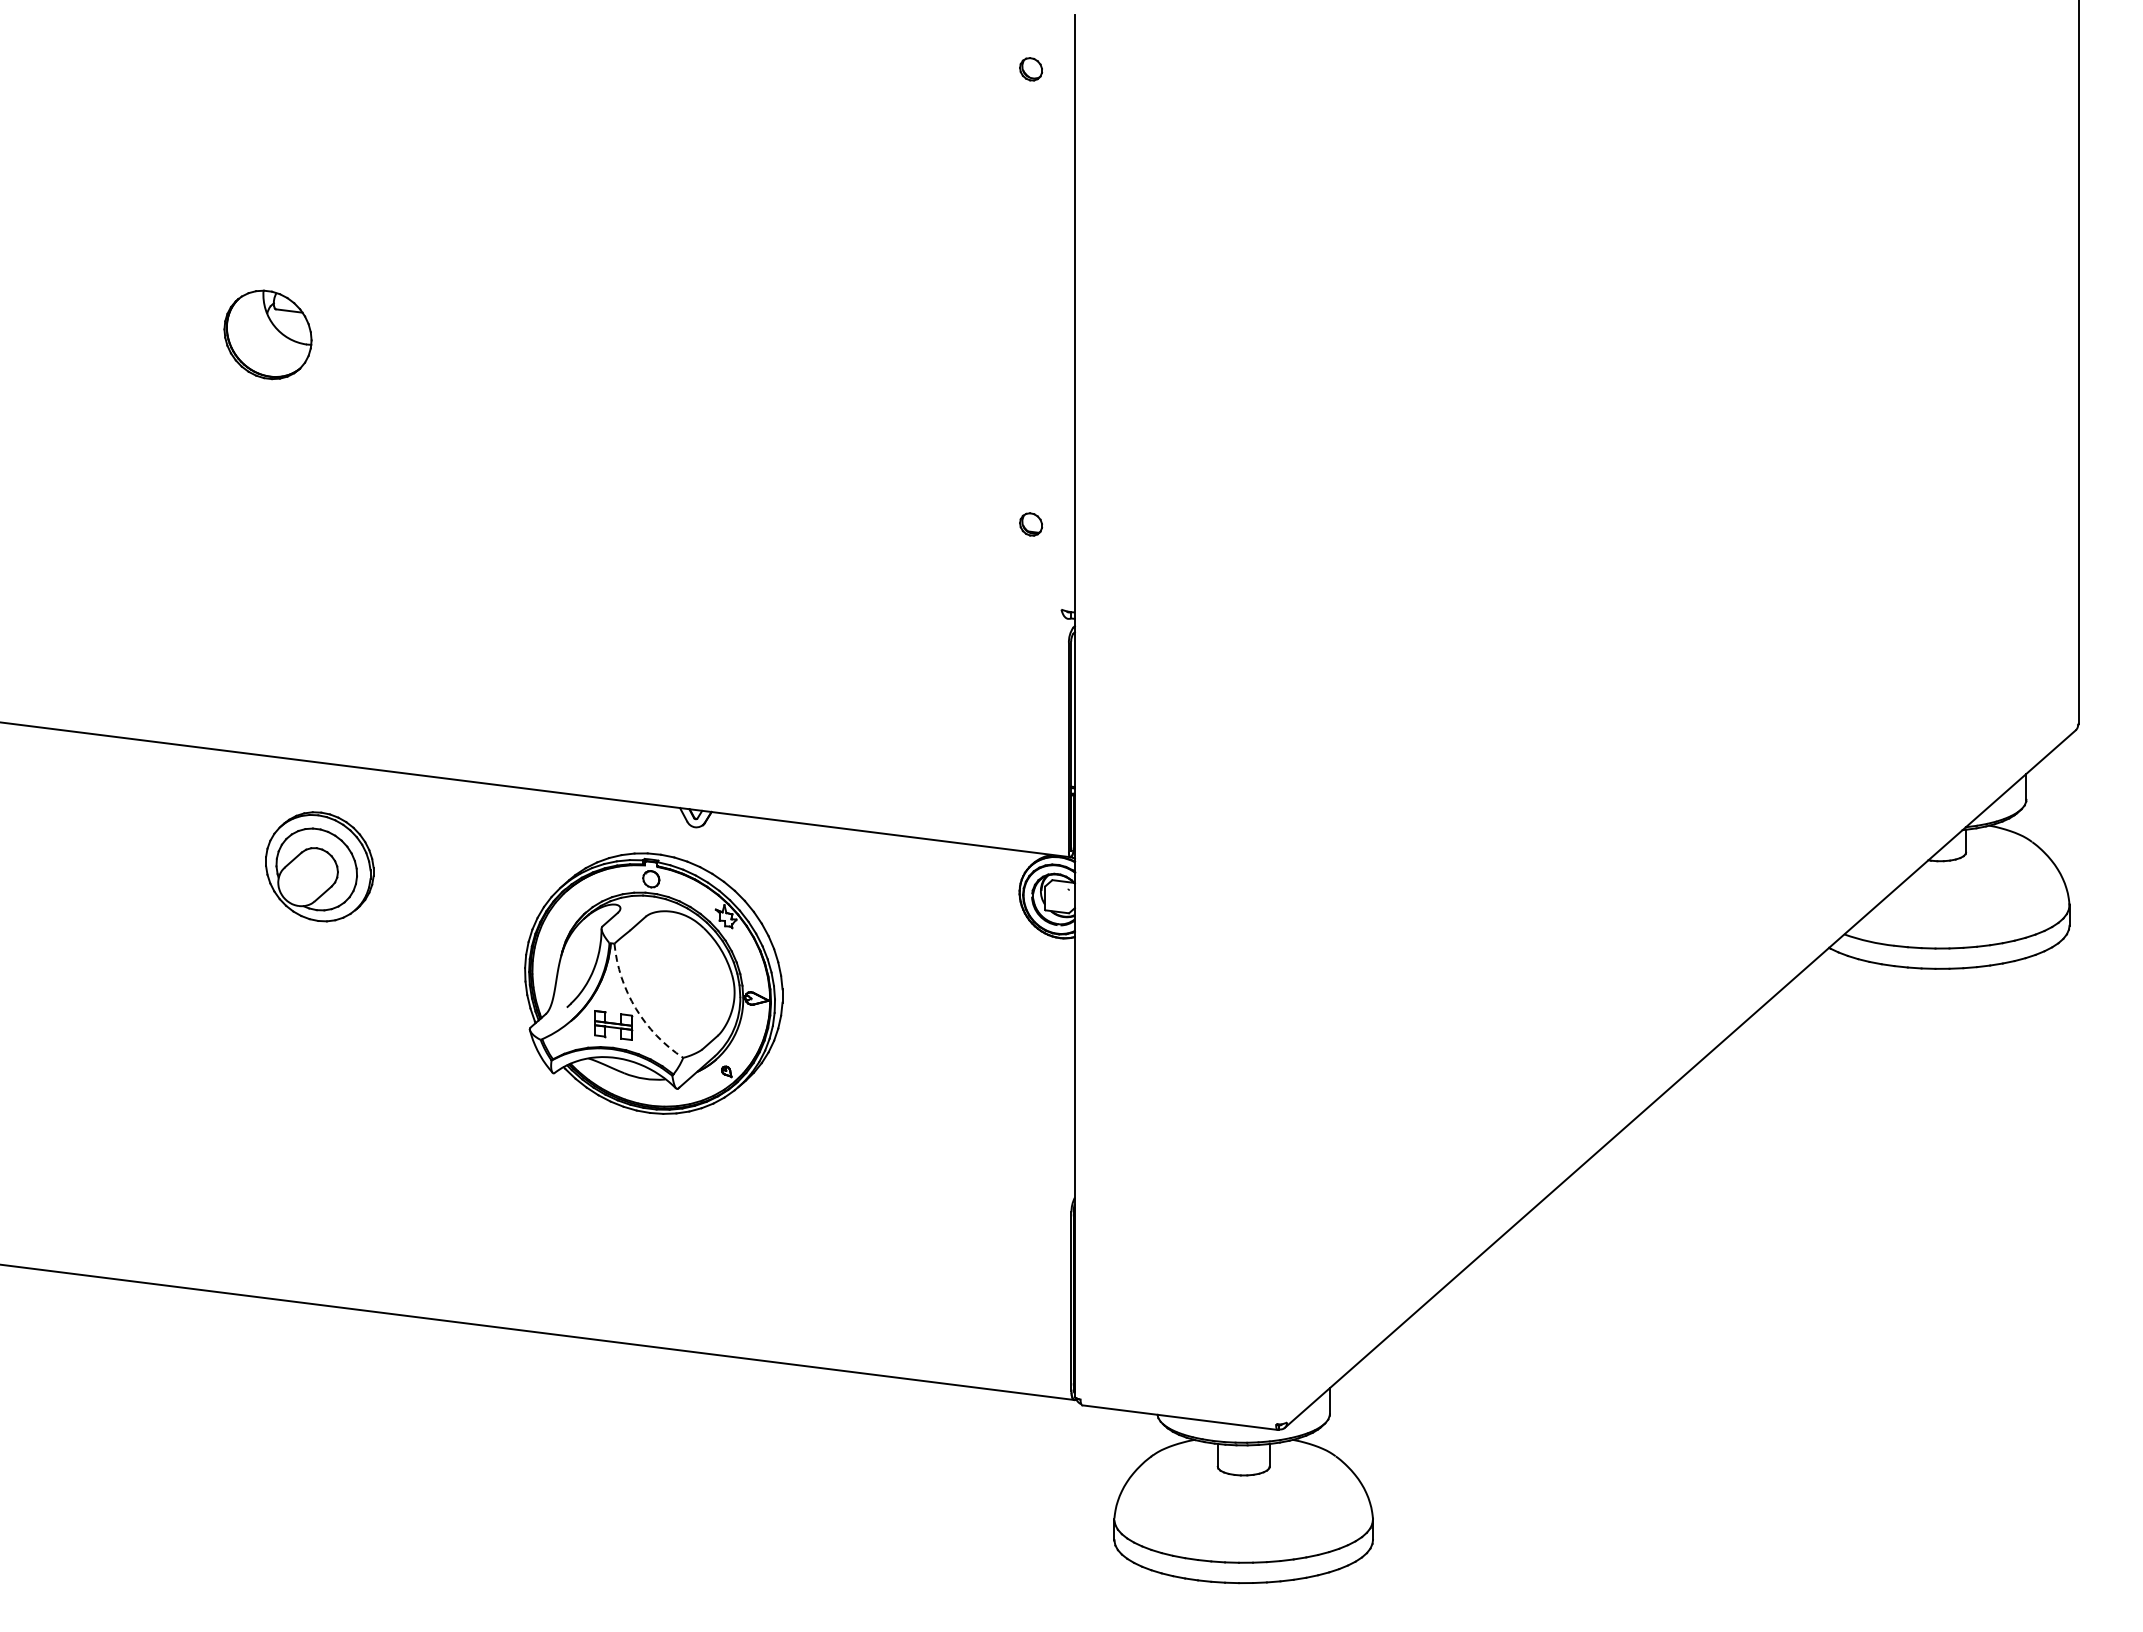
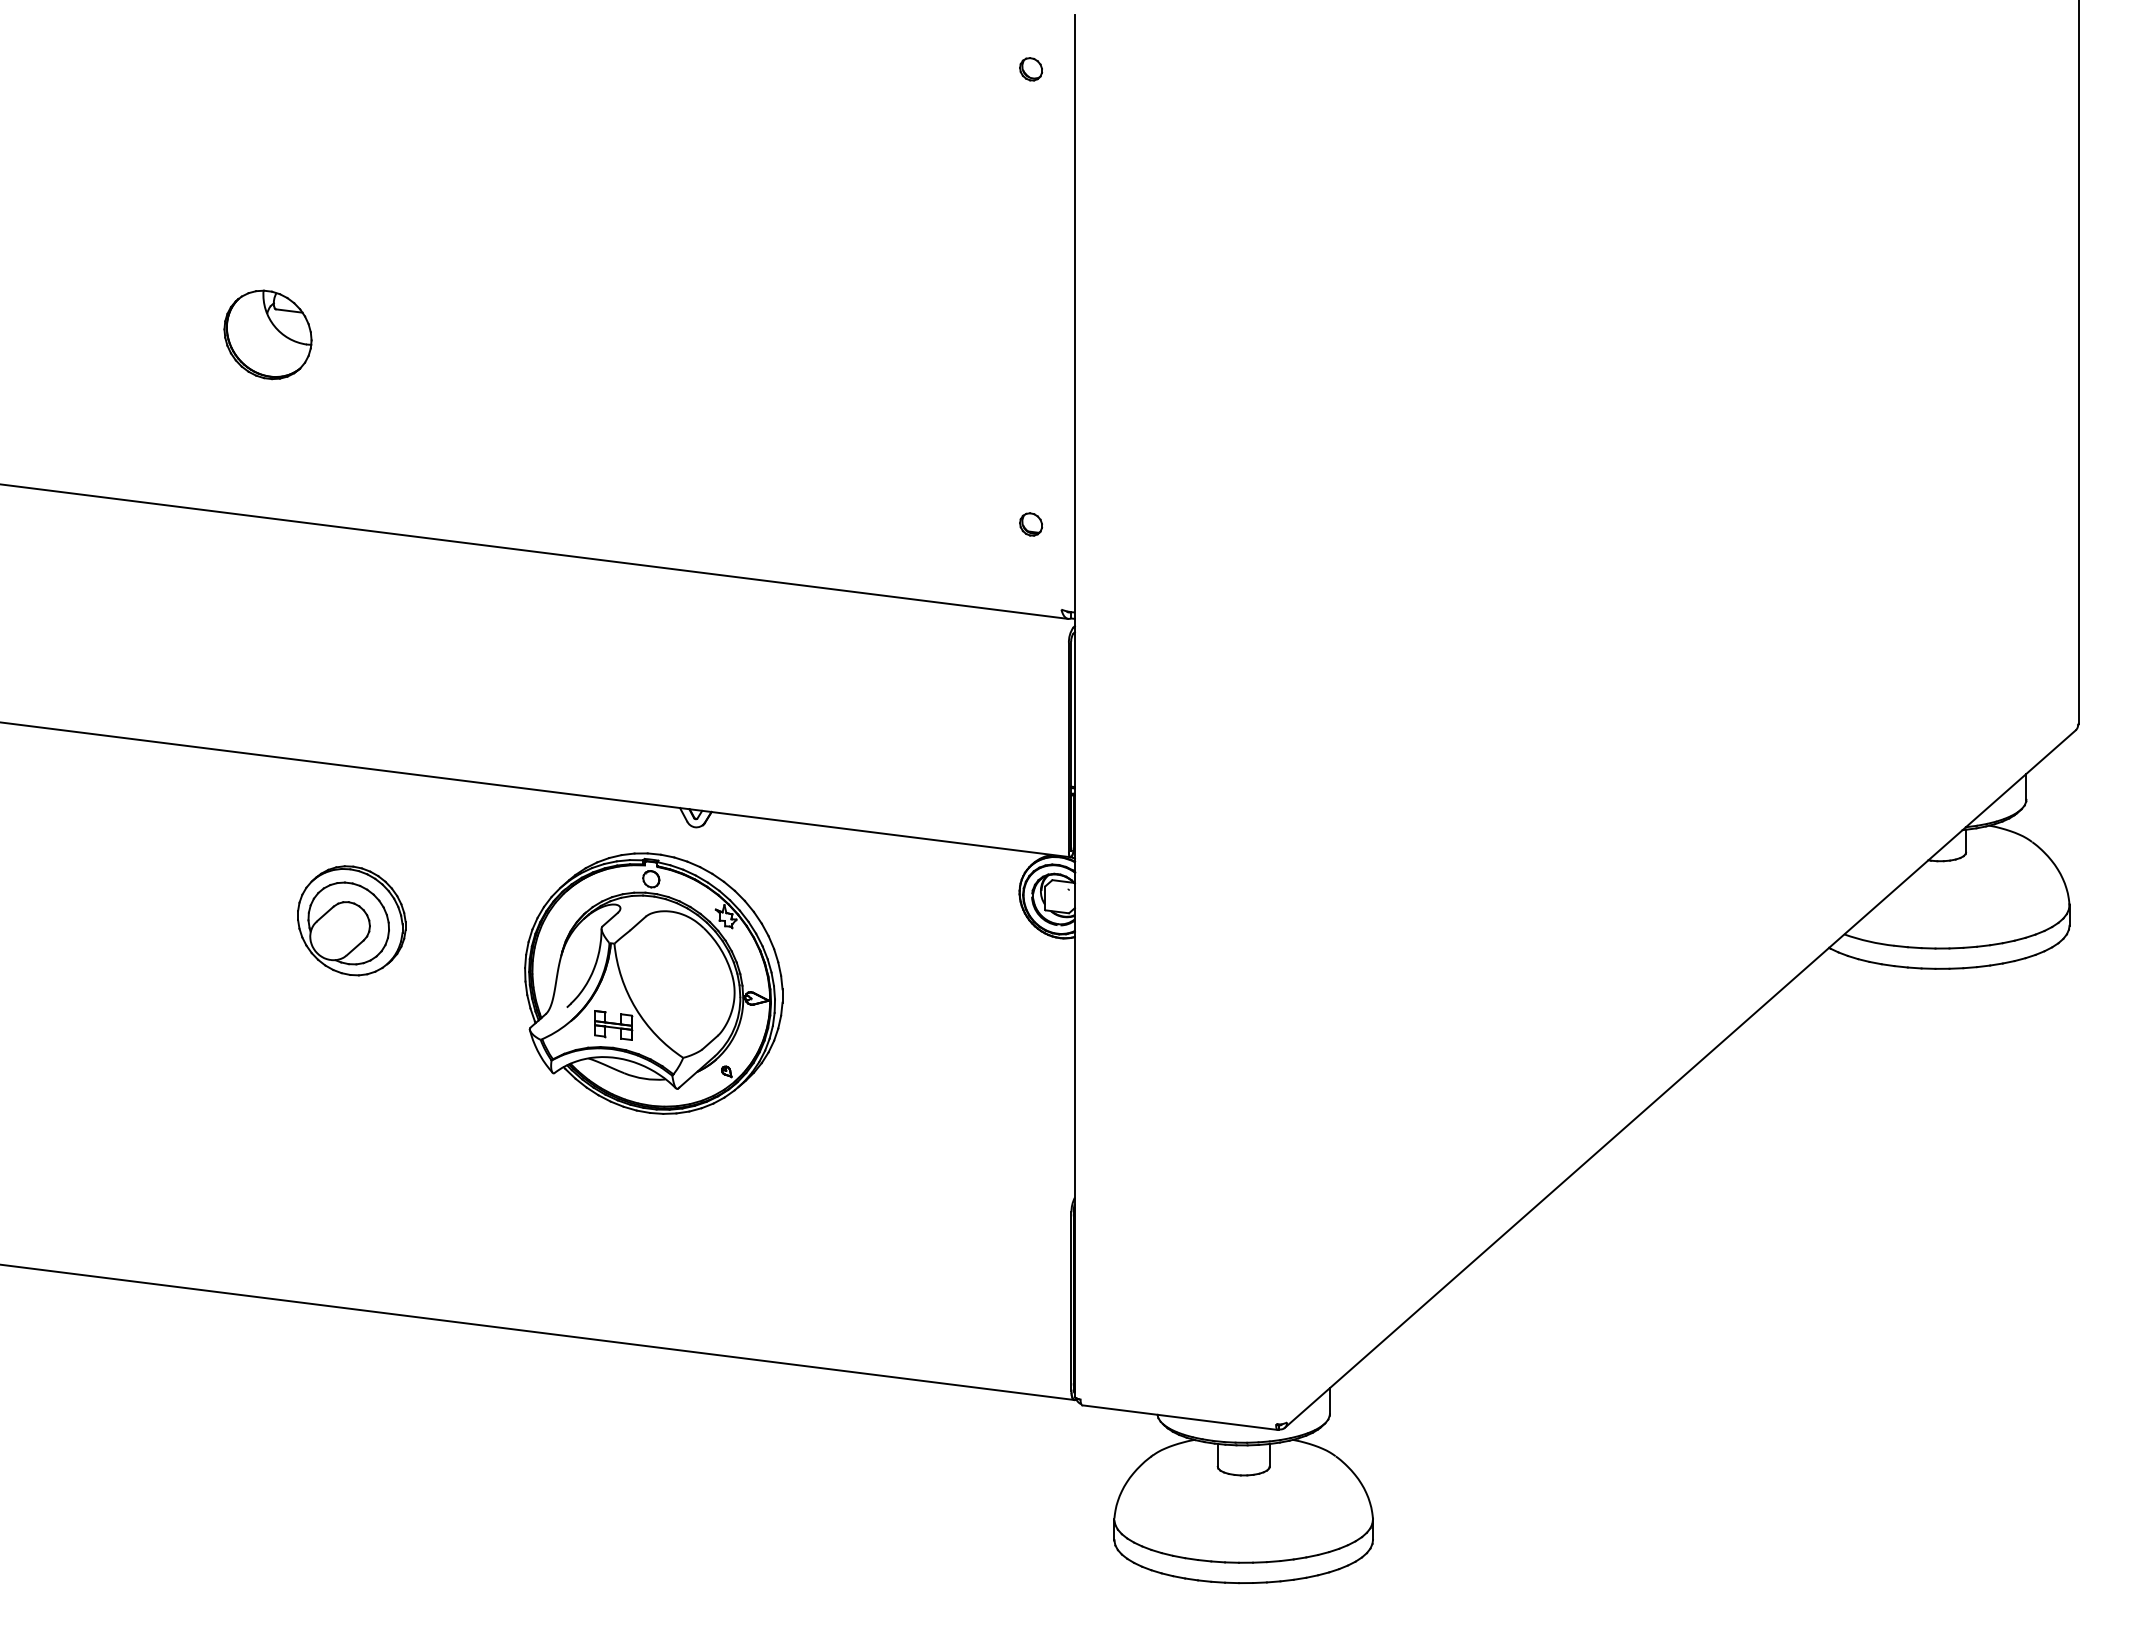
line at (535, 551): none -> present
part at (319, 866) position: (319, 866) -> (351, 920)
arc at (635, 1008): dashed -> solid
